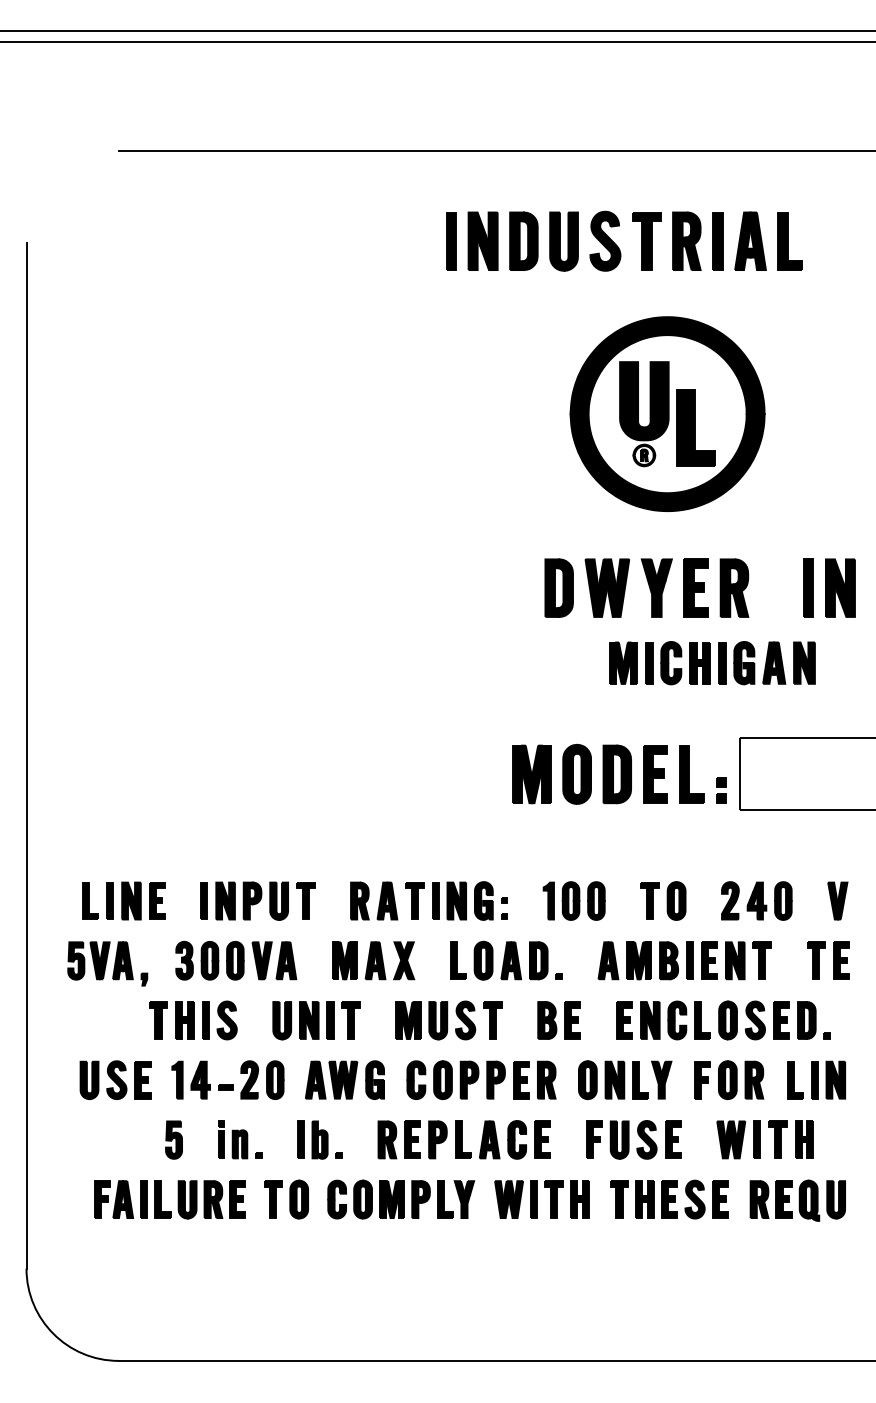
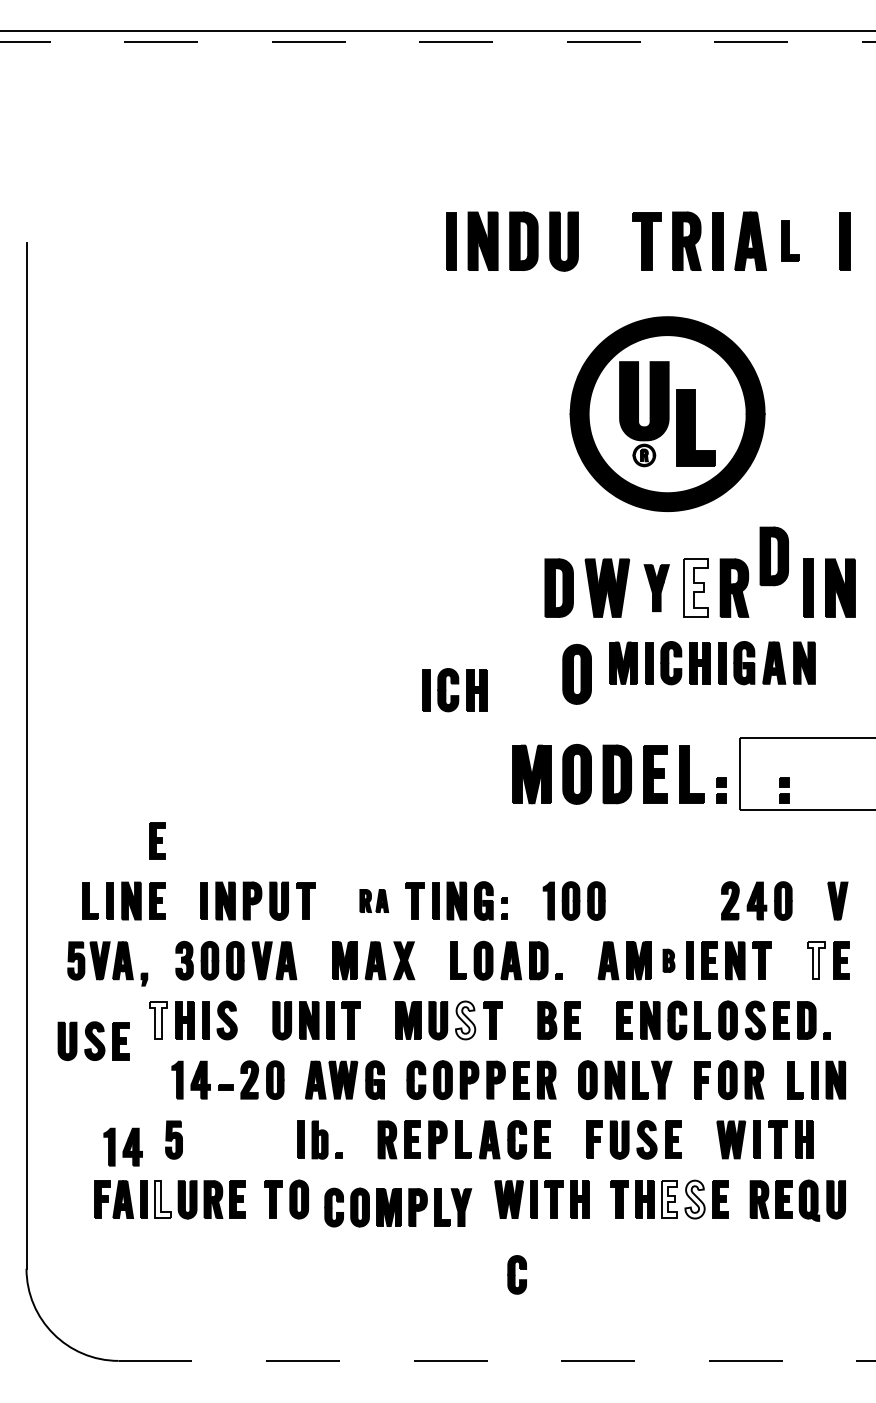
line at (437, 42): solid -> dashed
line at (495, 151): present -> none
part at (605, 240): present -> none
part at (789, 241) size: 26x59 px -> 19x42 px
part at (844, 241): none -> present
part at (773, 556): none -> present
part at (656, 587) size: 33x60 px -> 27x48 px
fill at (696, 587): present -> none
part at (576, 673): none -> present
part at (454, 690): none -> present
part at (784, 790): none -> present
part at (157, 840): none -> present
part at (374, 900) size: 49x40 px -> 31x24 px
part at (663, 900): present -> none
part at (668, 960) size: 20x40 px -> 14x25 px
fill at (816, 960): present -> none
fill at (158, 1020): present -> none
fill at (465, 1020): present -> none
part at (115, 1080) position: (115, 1080) -> (93, 1041)
part at (240, 1139): present -> none
part at (122, 1146): none -> present
fill at (162, 1199): present -> none
part at (401, 1199) position: (401, 1199) -> (398, 1207)
fill at (669, 1199): present -> none
fill at (694, 1199): present -> none
part at (516, 1274): none -> present
line at (497, 1360): solid -> dashed
